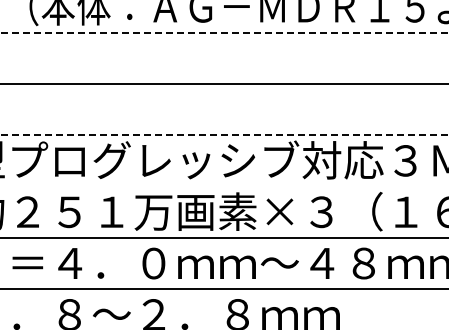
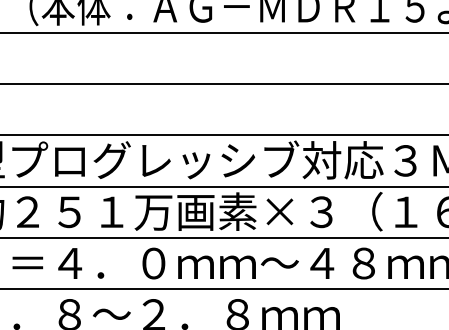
line at (224, 32): dashed -> solid
line at (224, 135): dashed -> solid
line at (223, 186): none -> present
